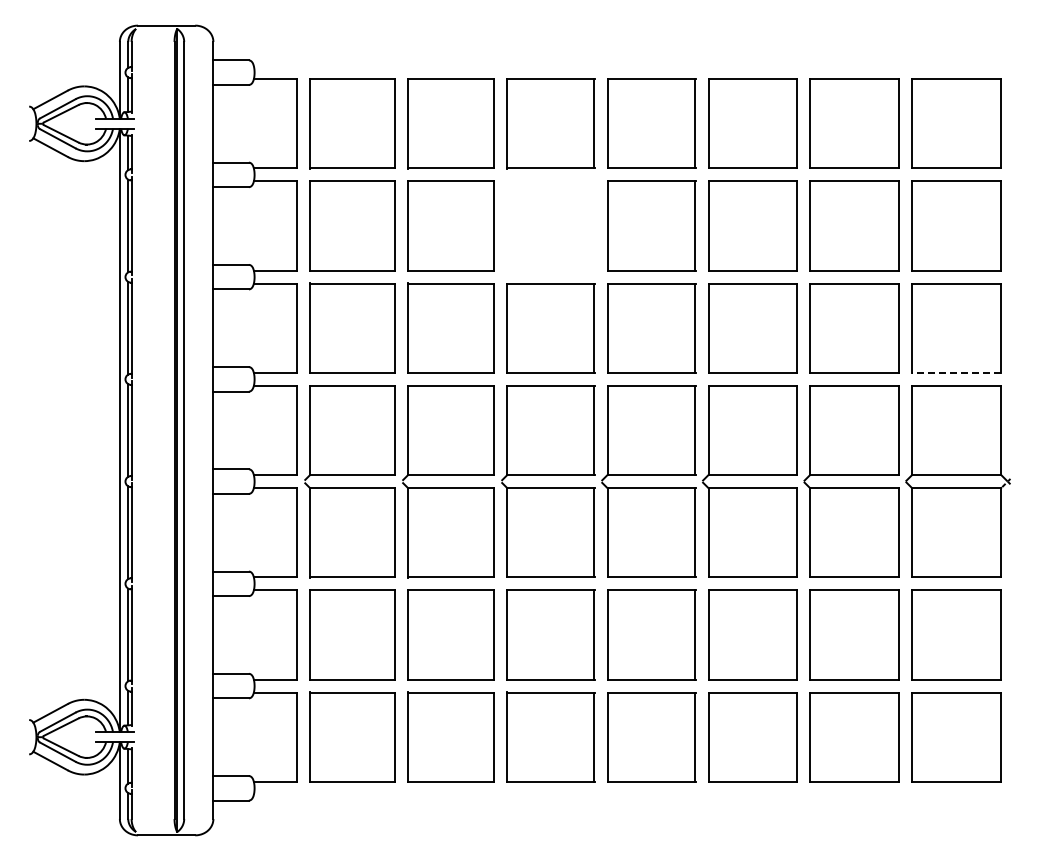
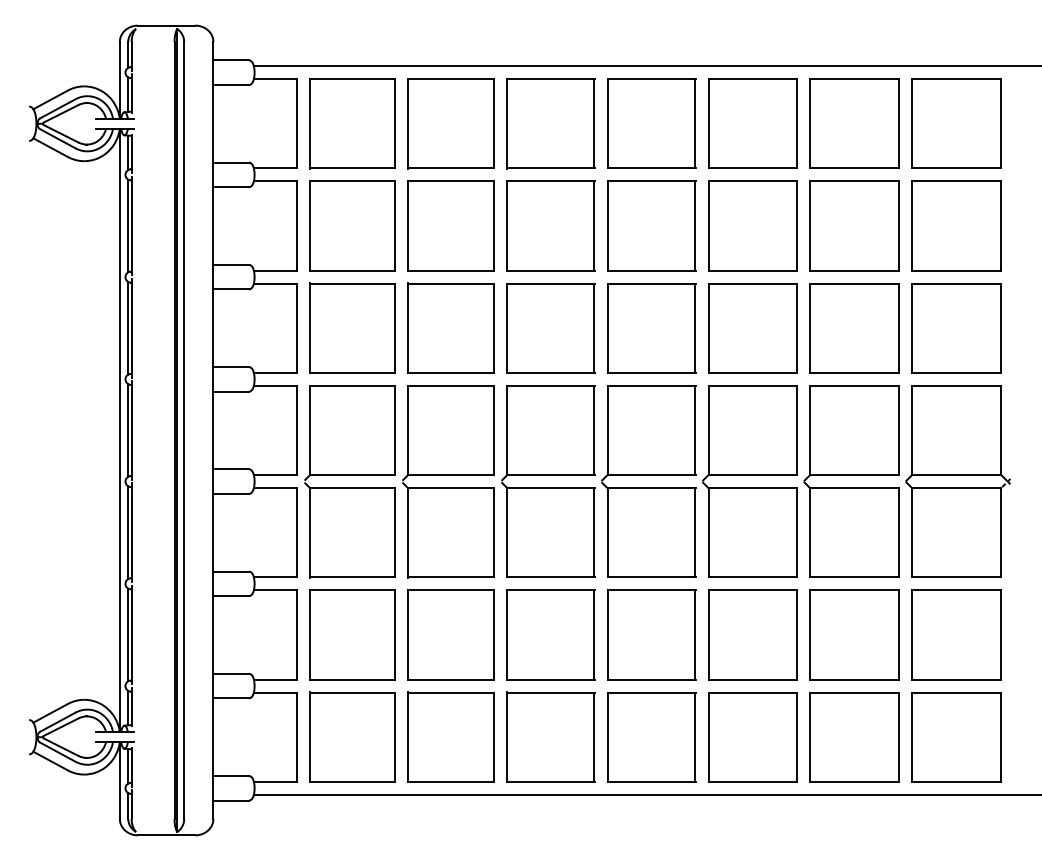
line at (645, 66): none -> present
part at (550, 225): none -> present
line at (956, 372): dashed -> solid
line at (645, 794): none -> present
